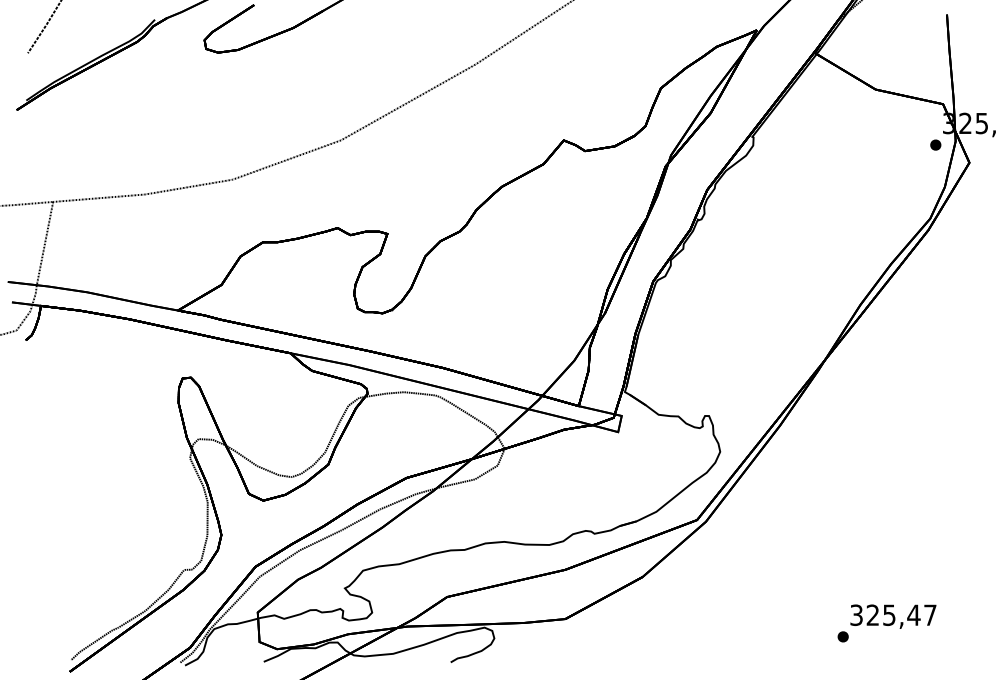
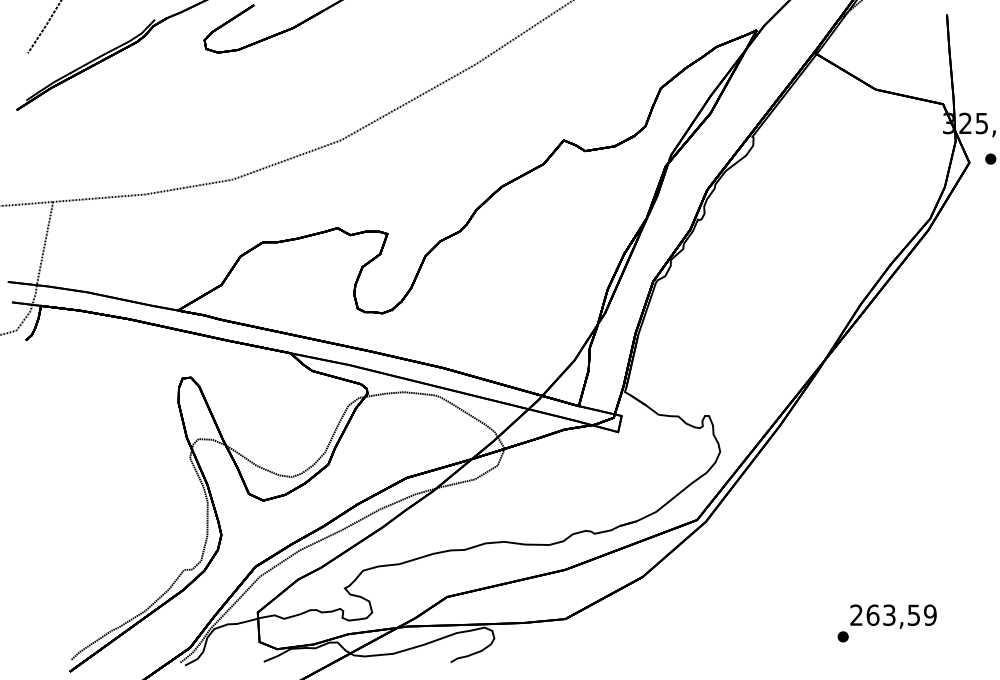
part at (935, 144) position: (935, 144) -> (990, 158)
text at (893, 615): 325,47 -> 263,59
